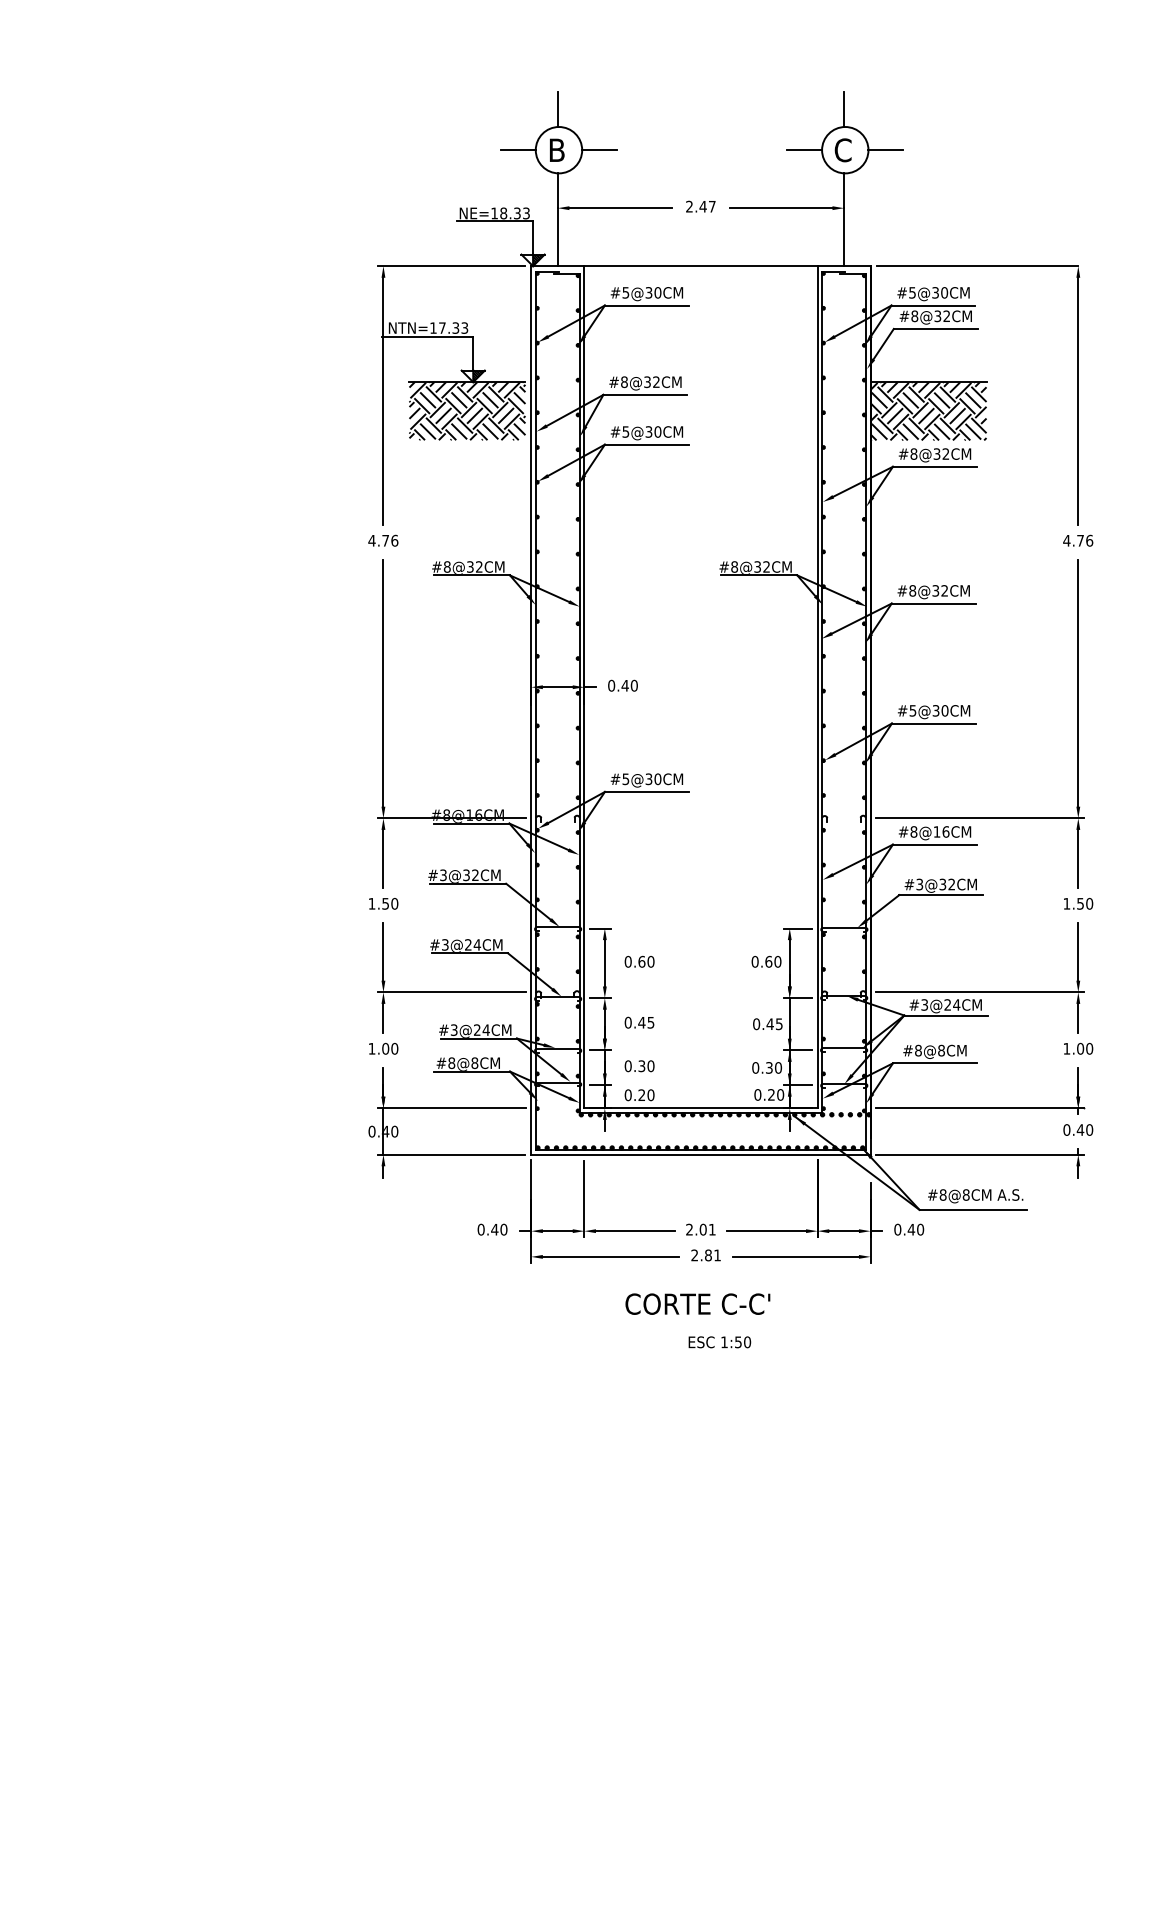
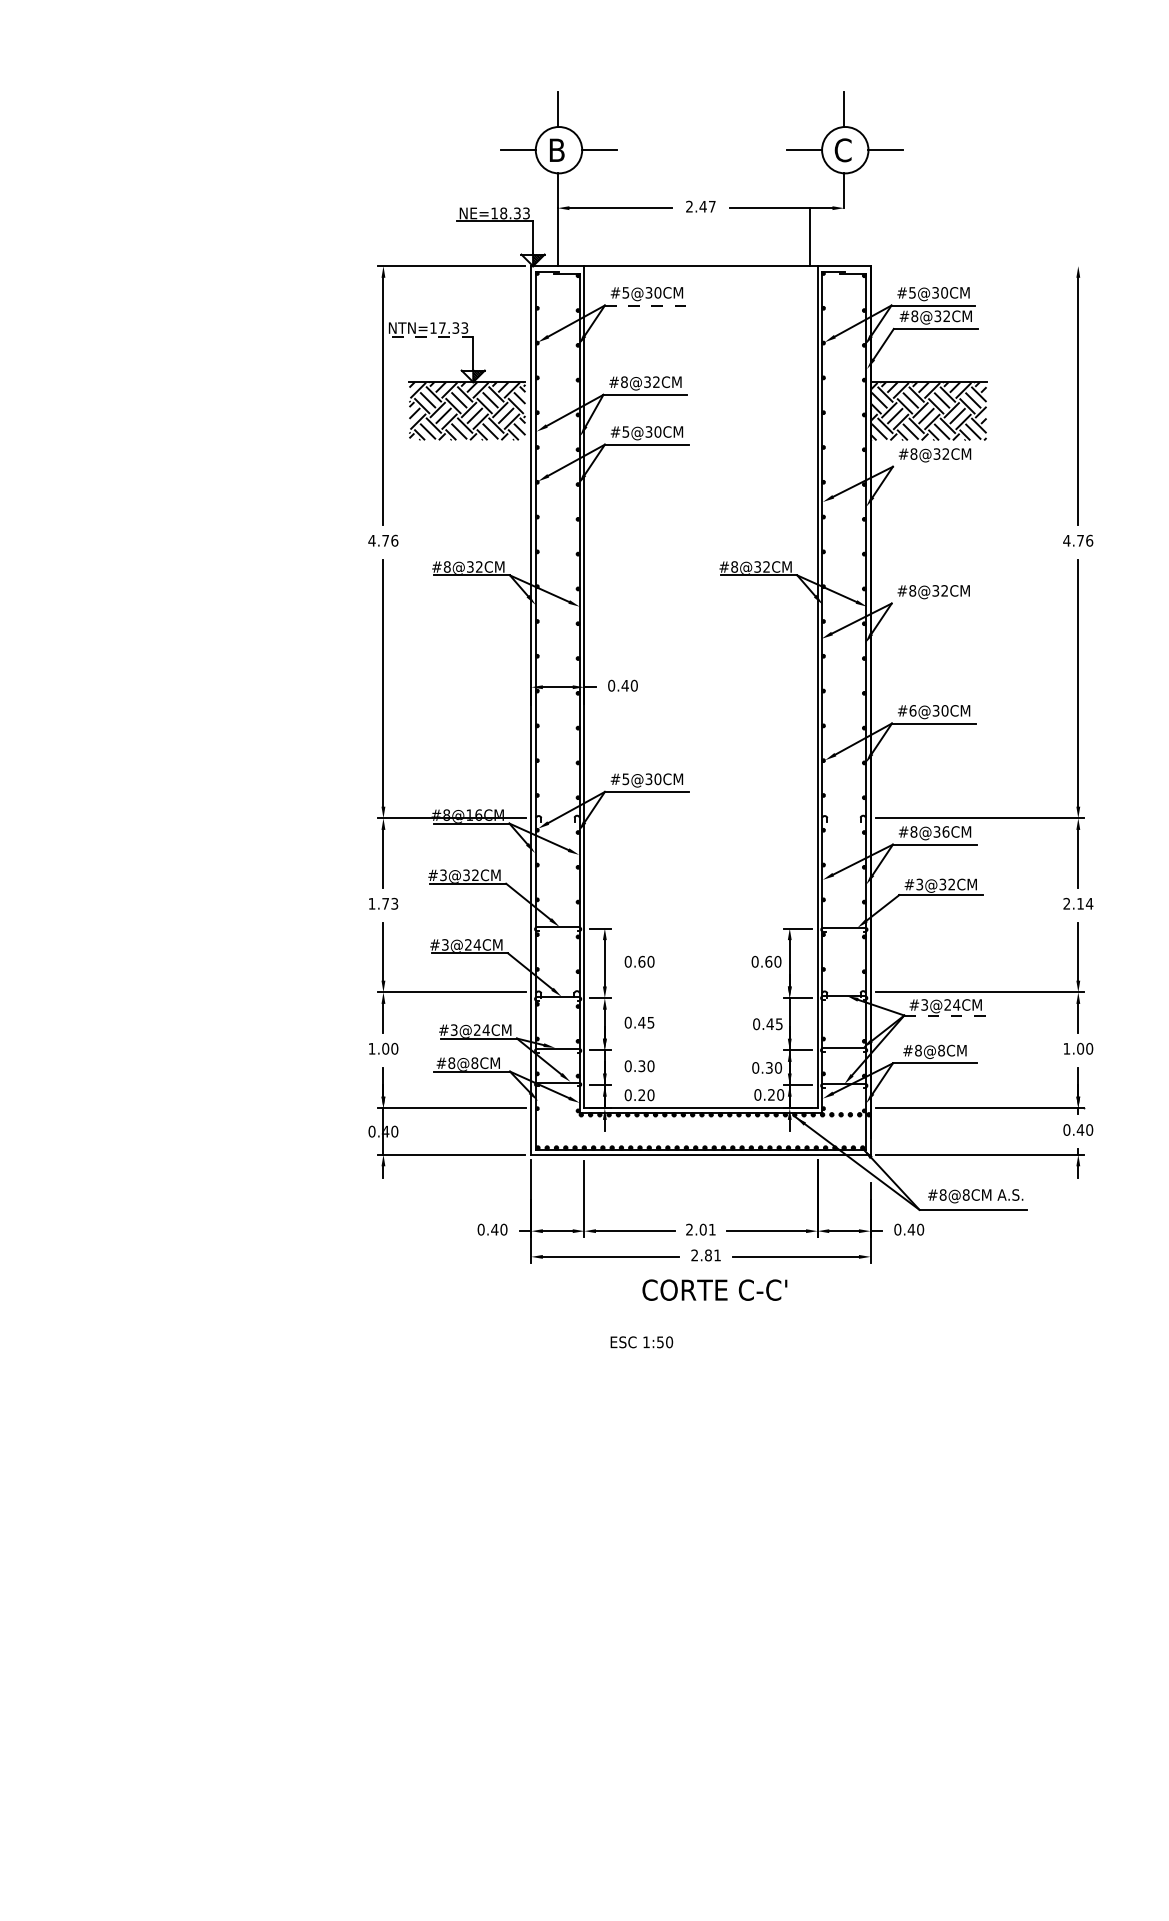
line at (844, 237) position: (844, 237) -> (810, 237)
line at (977, 266): present -> none
line at (646, 305): solid -> dashed
line at (427, 337): solid -> dashed
line at (934, 466): present -> none
line at (933, 603): present -> none
text at (912, 710): #5@30CM -> #6@30CM
text at (936, 831): #8@16CM -> #8@36CM
text at (390, 903): 1.50 -> 1.73
text at (1078, 903): 1.50 -> 2.14
line at (946, 1015): solid -> dashed
text at (697, 1303) position: (697, 1303) -> (714, 1289)
text at (719, 1342) position: (719, 1342) -> (641, 1342)
